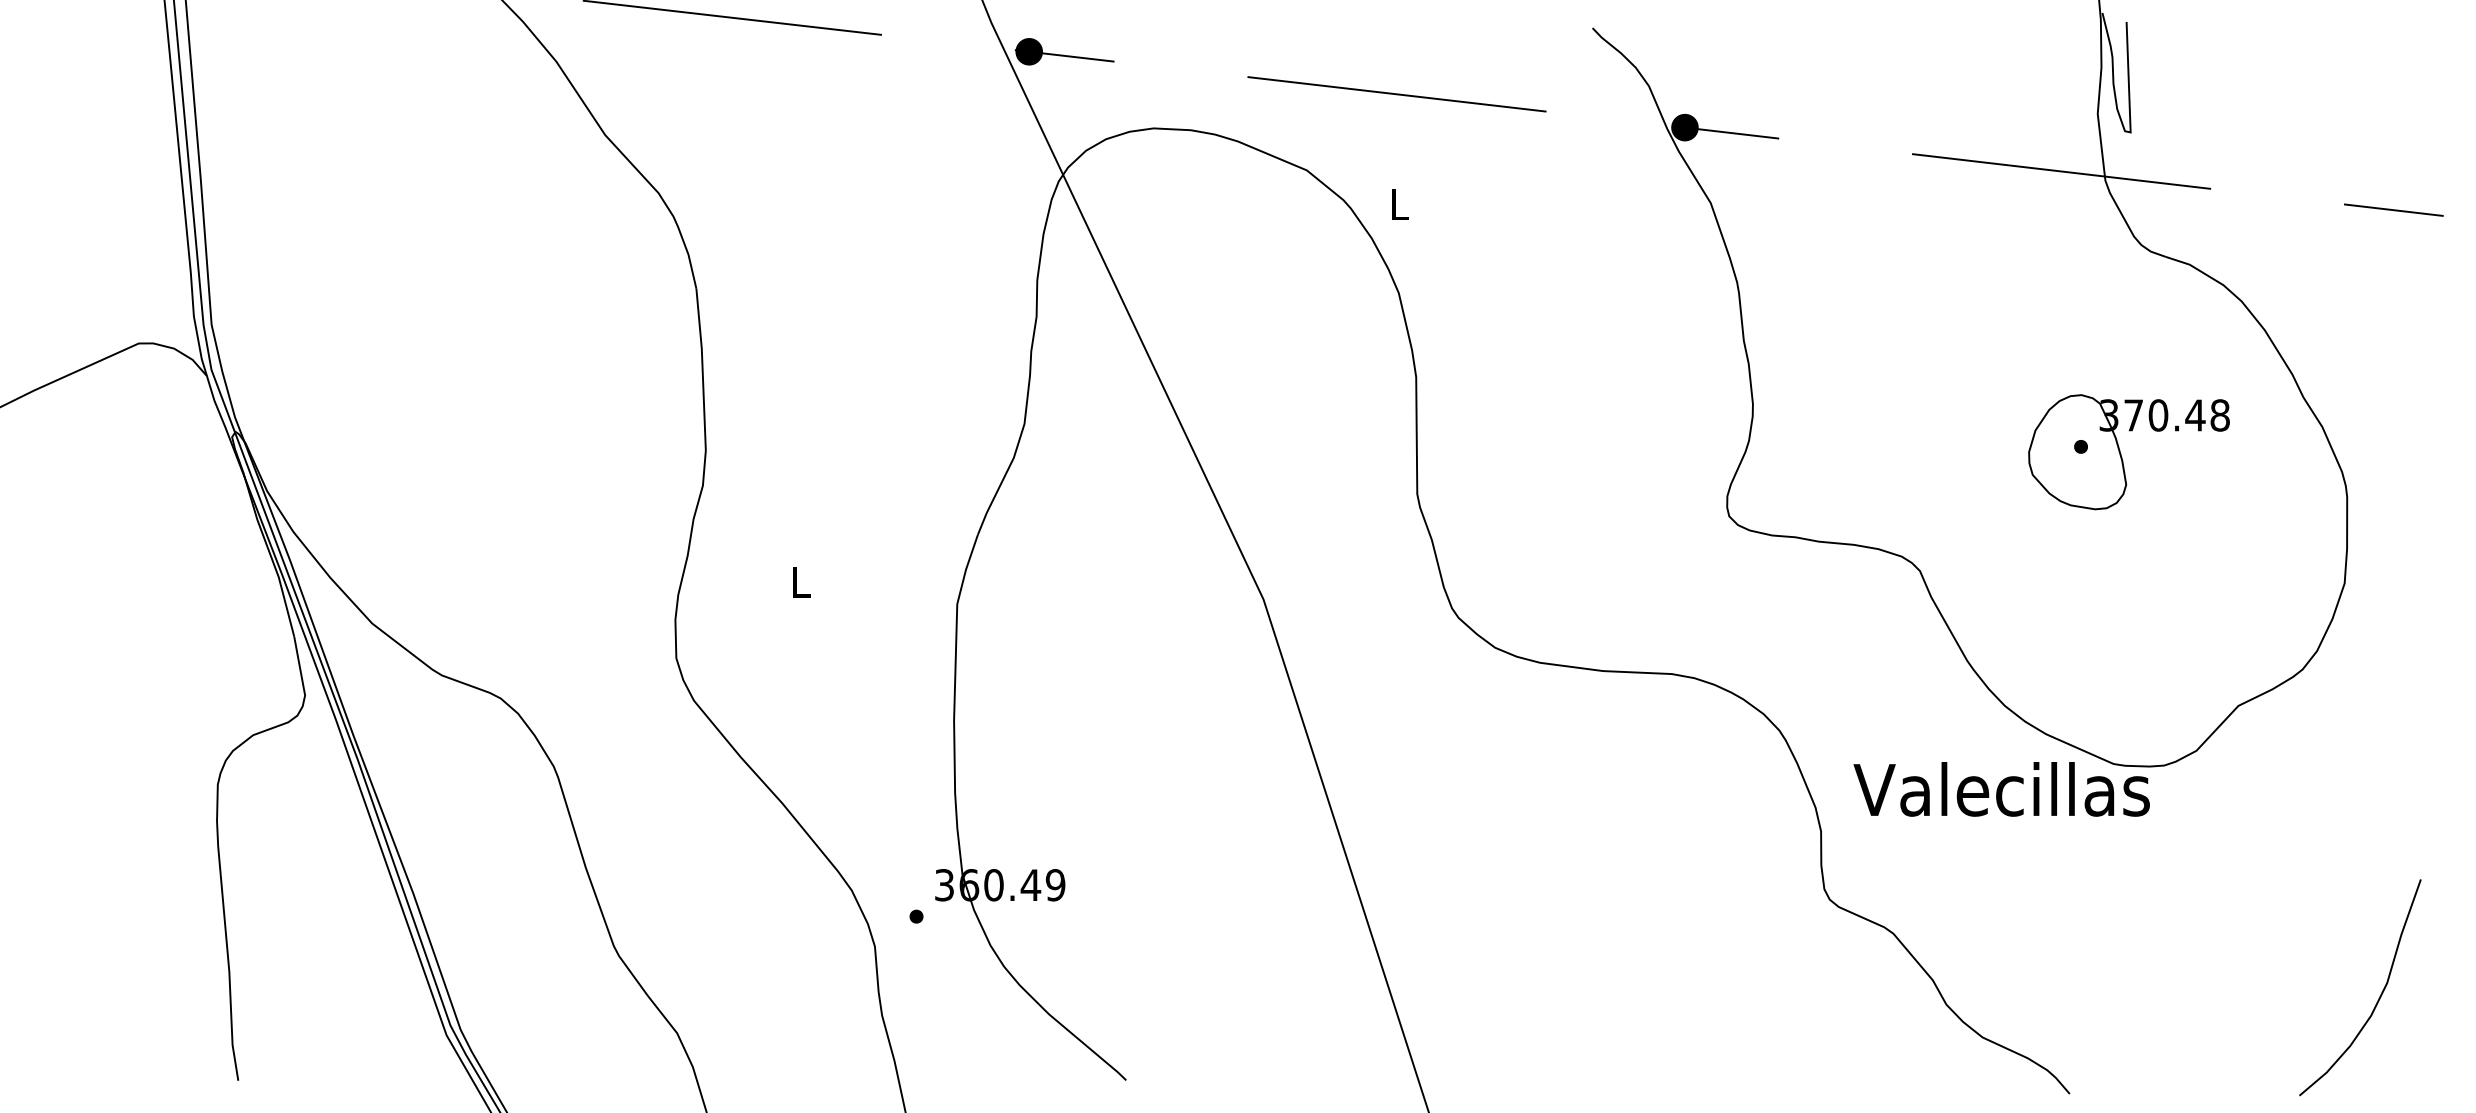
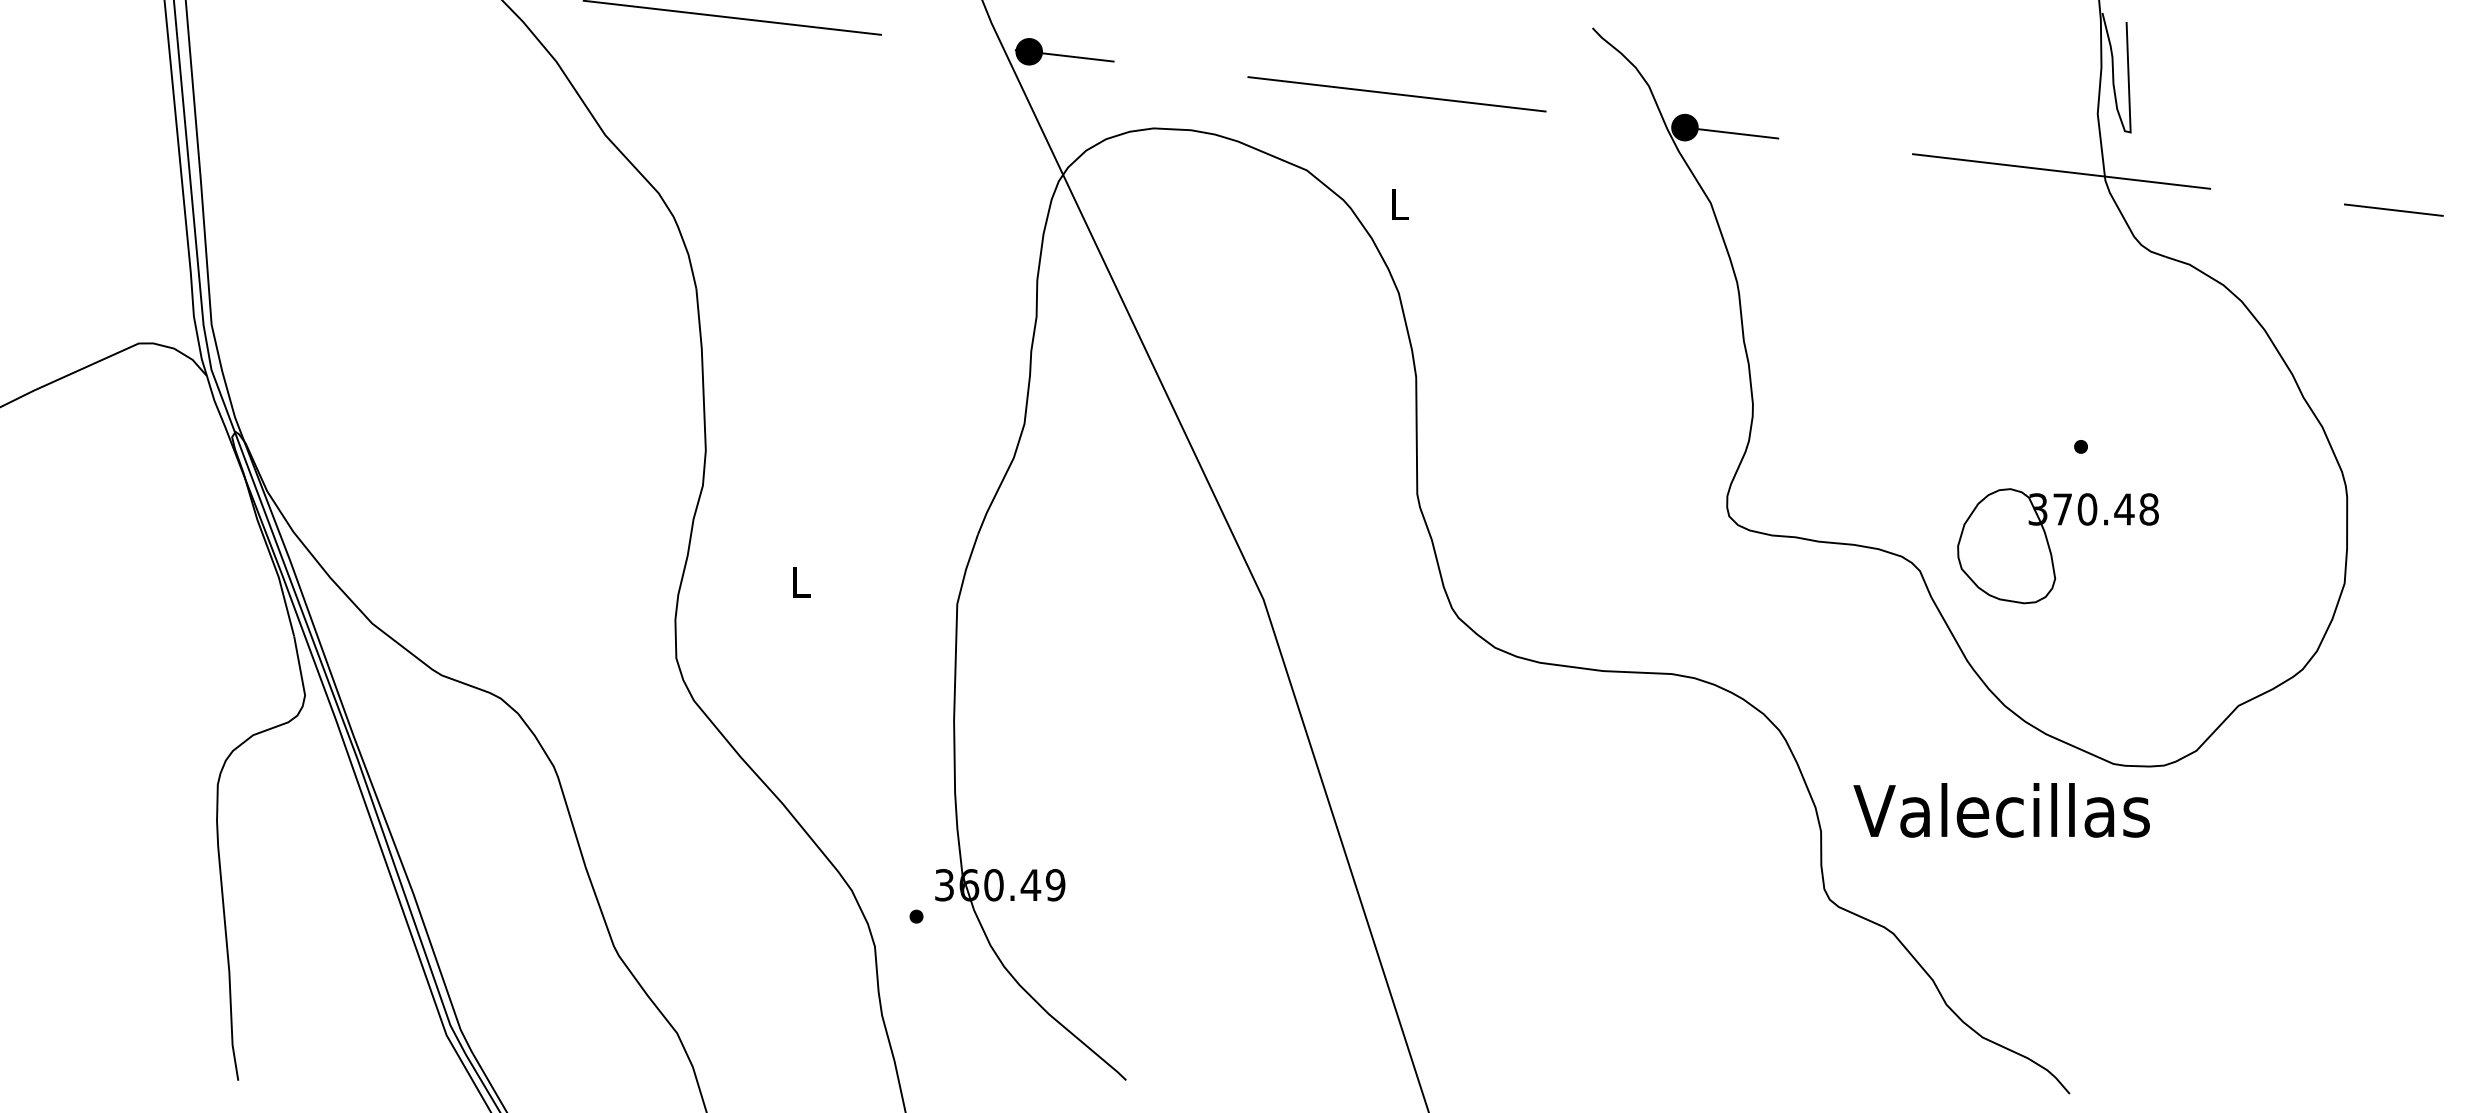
part at (2121, 453) position: (2121, 453) -> (2050, 547)
text at (2001, 789) position: (2001, 789) -> (2001, 810)
curve at (2379, 996): present -> none
